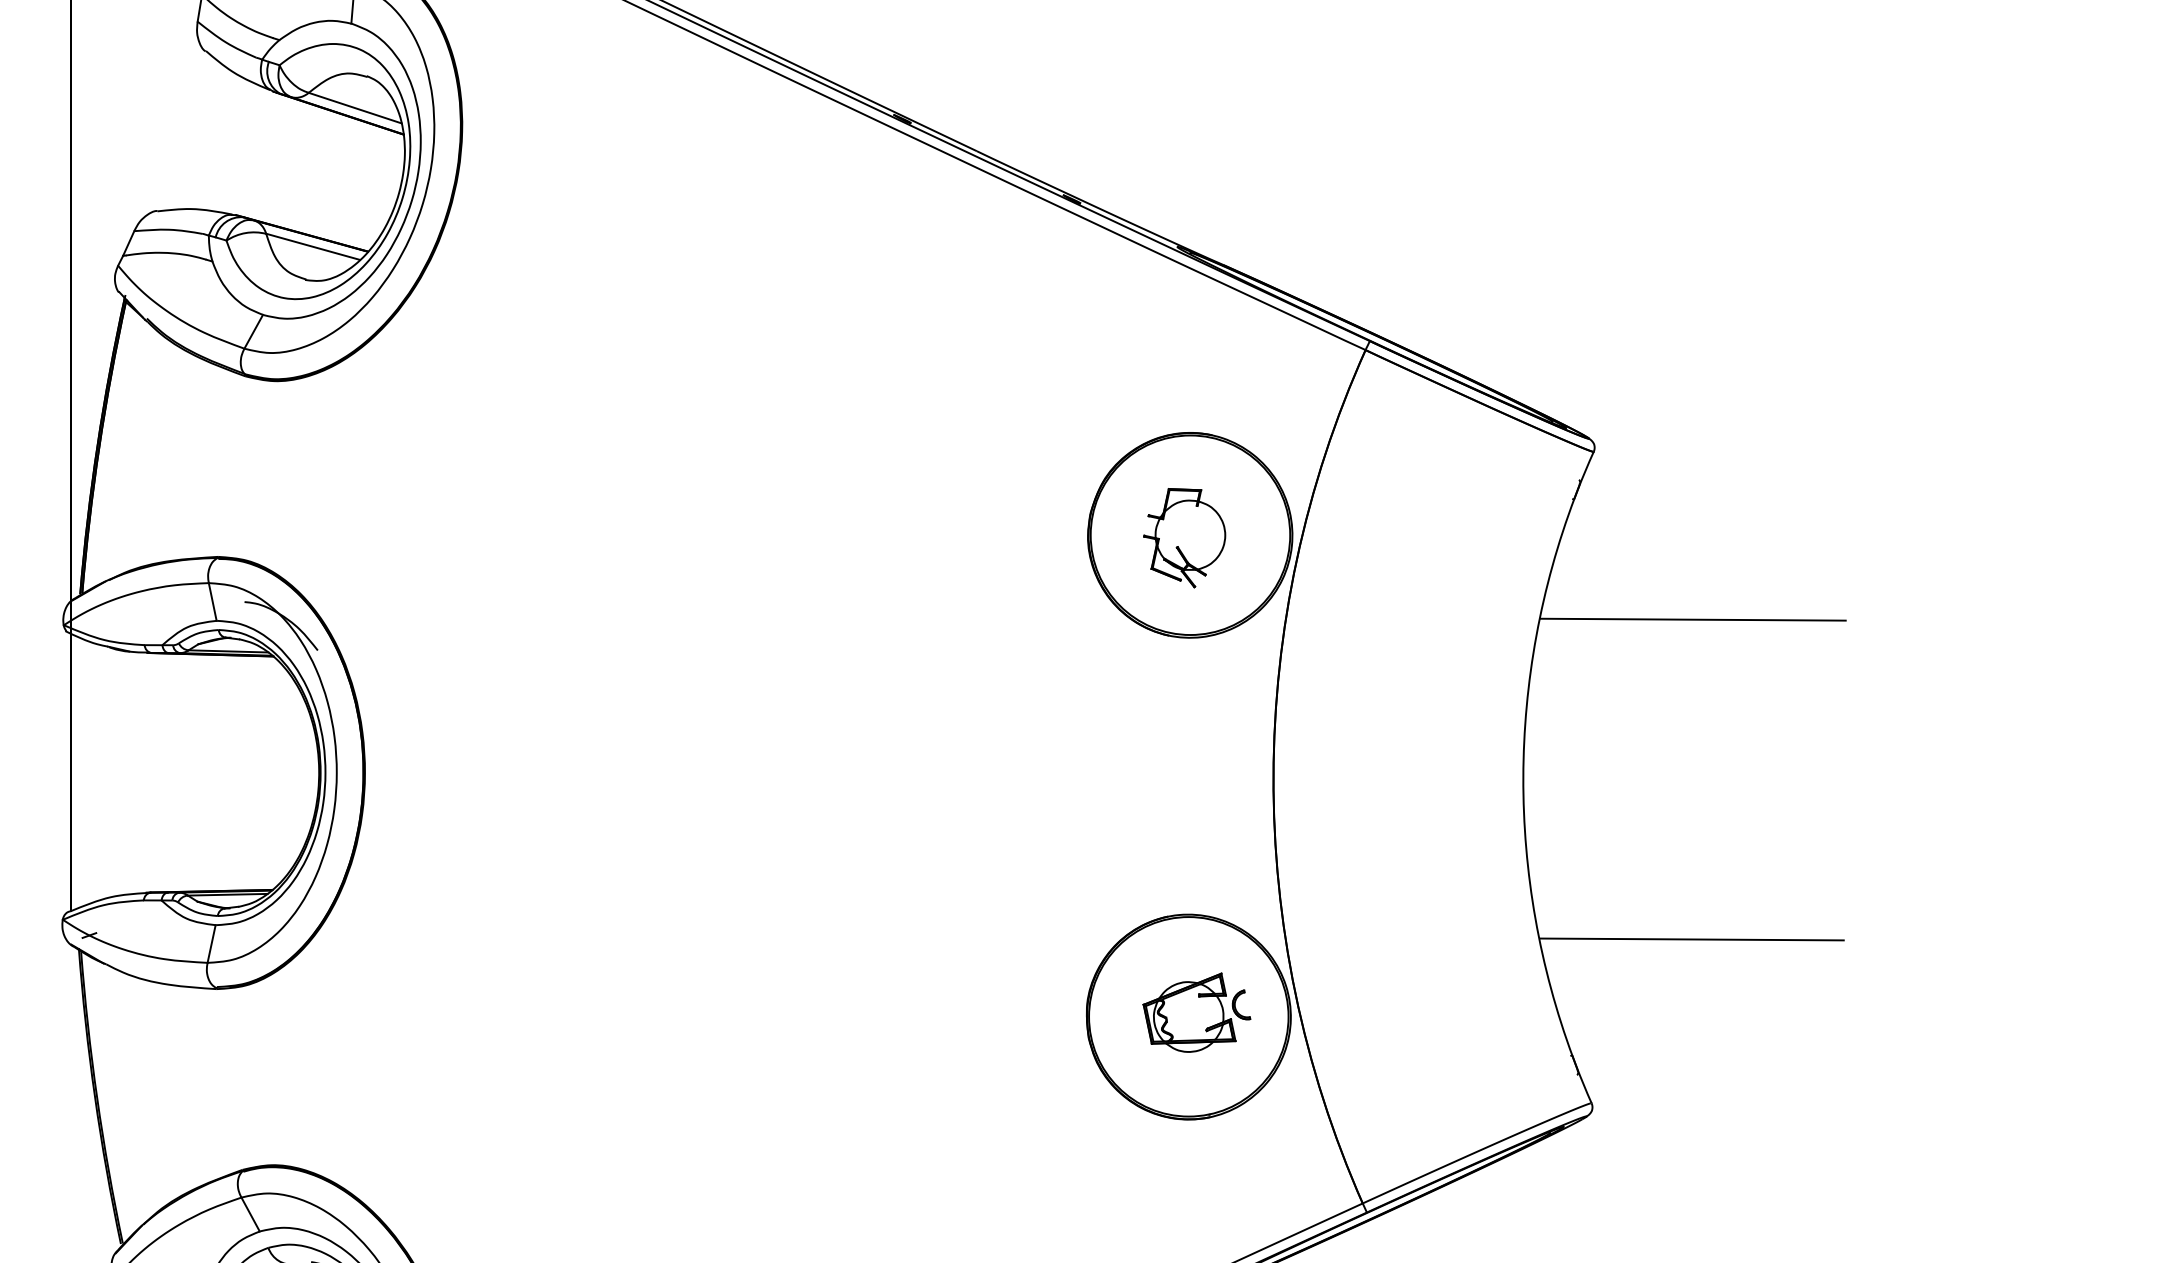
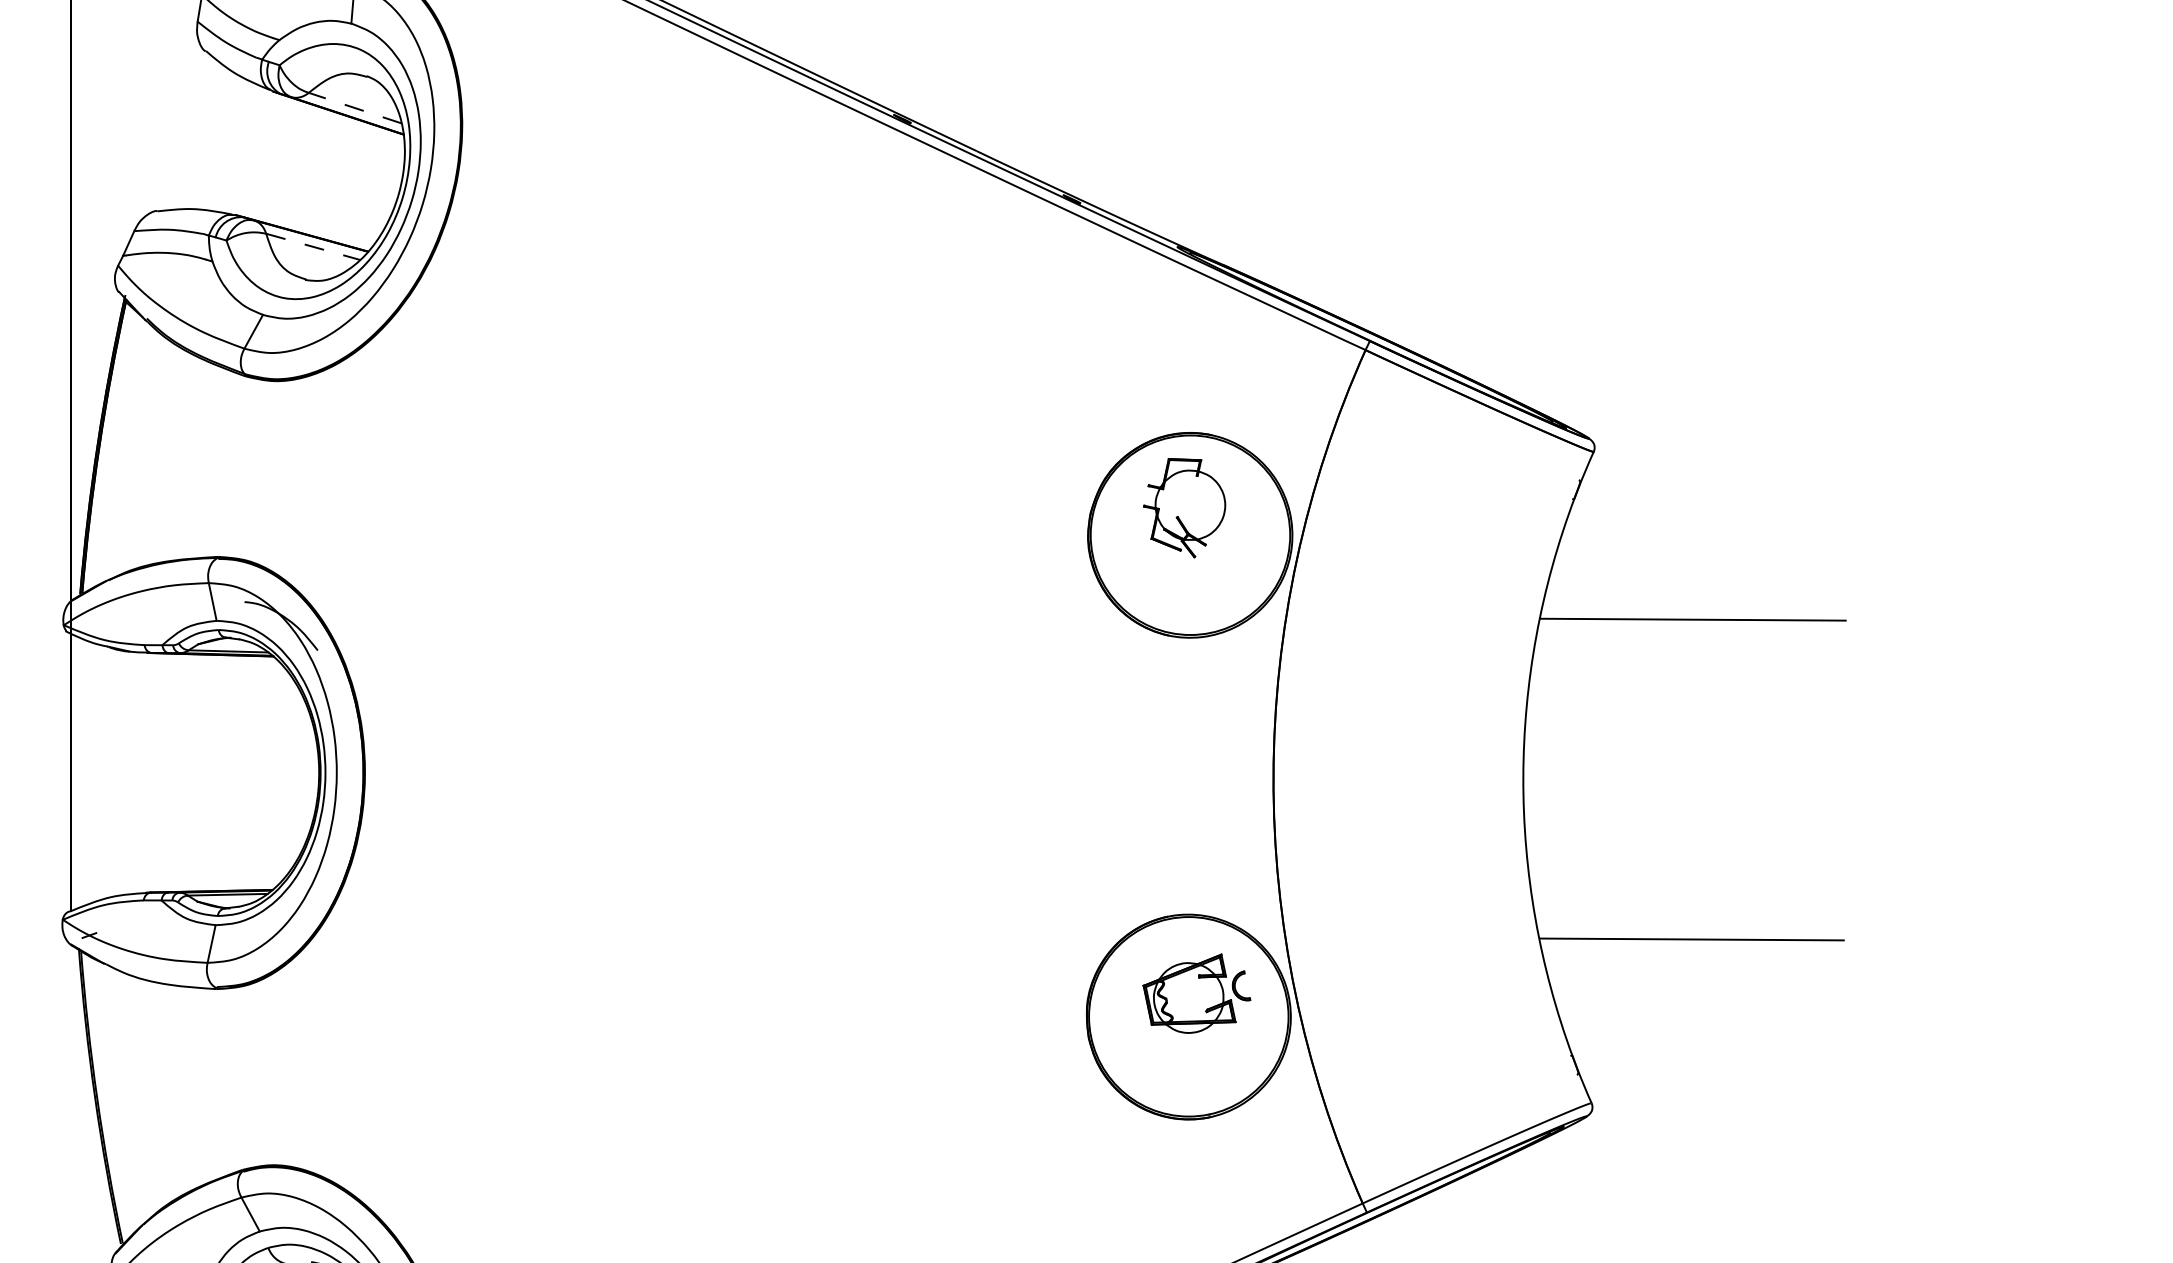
line at (355, 108): solid -> dashed
line at (313, 246): solid -> dashed
part at (1184, 538) position: (1184, 538) -> (1184, 508)
part at (1196, 1012) position: (1196, 1012) -> (1196, 993)
